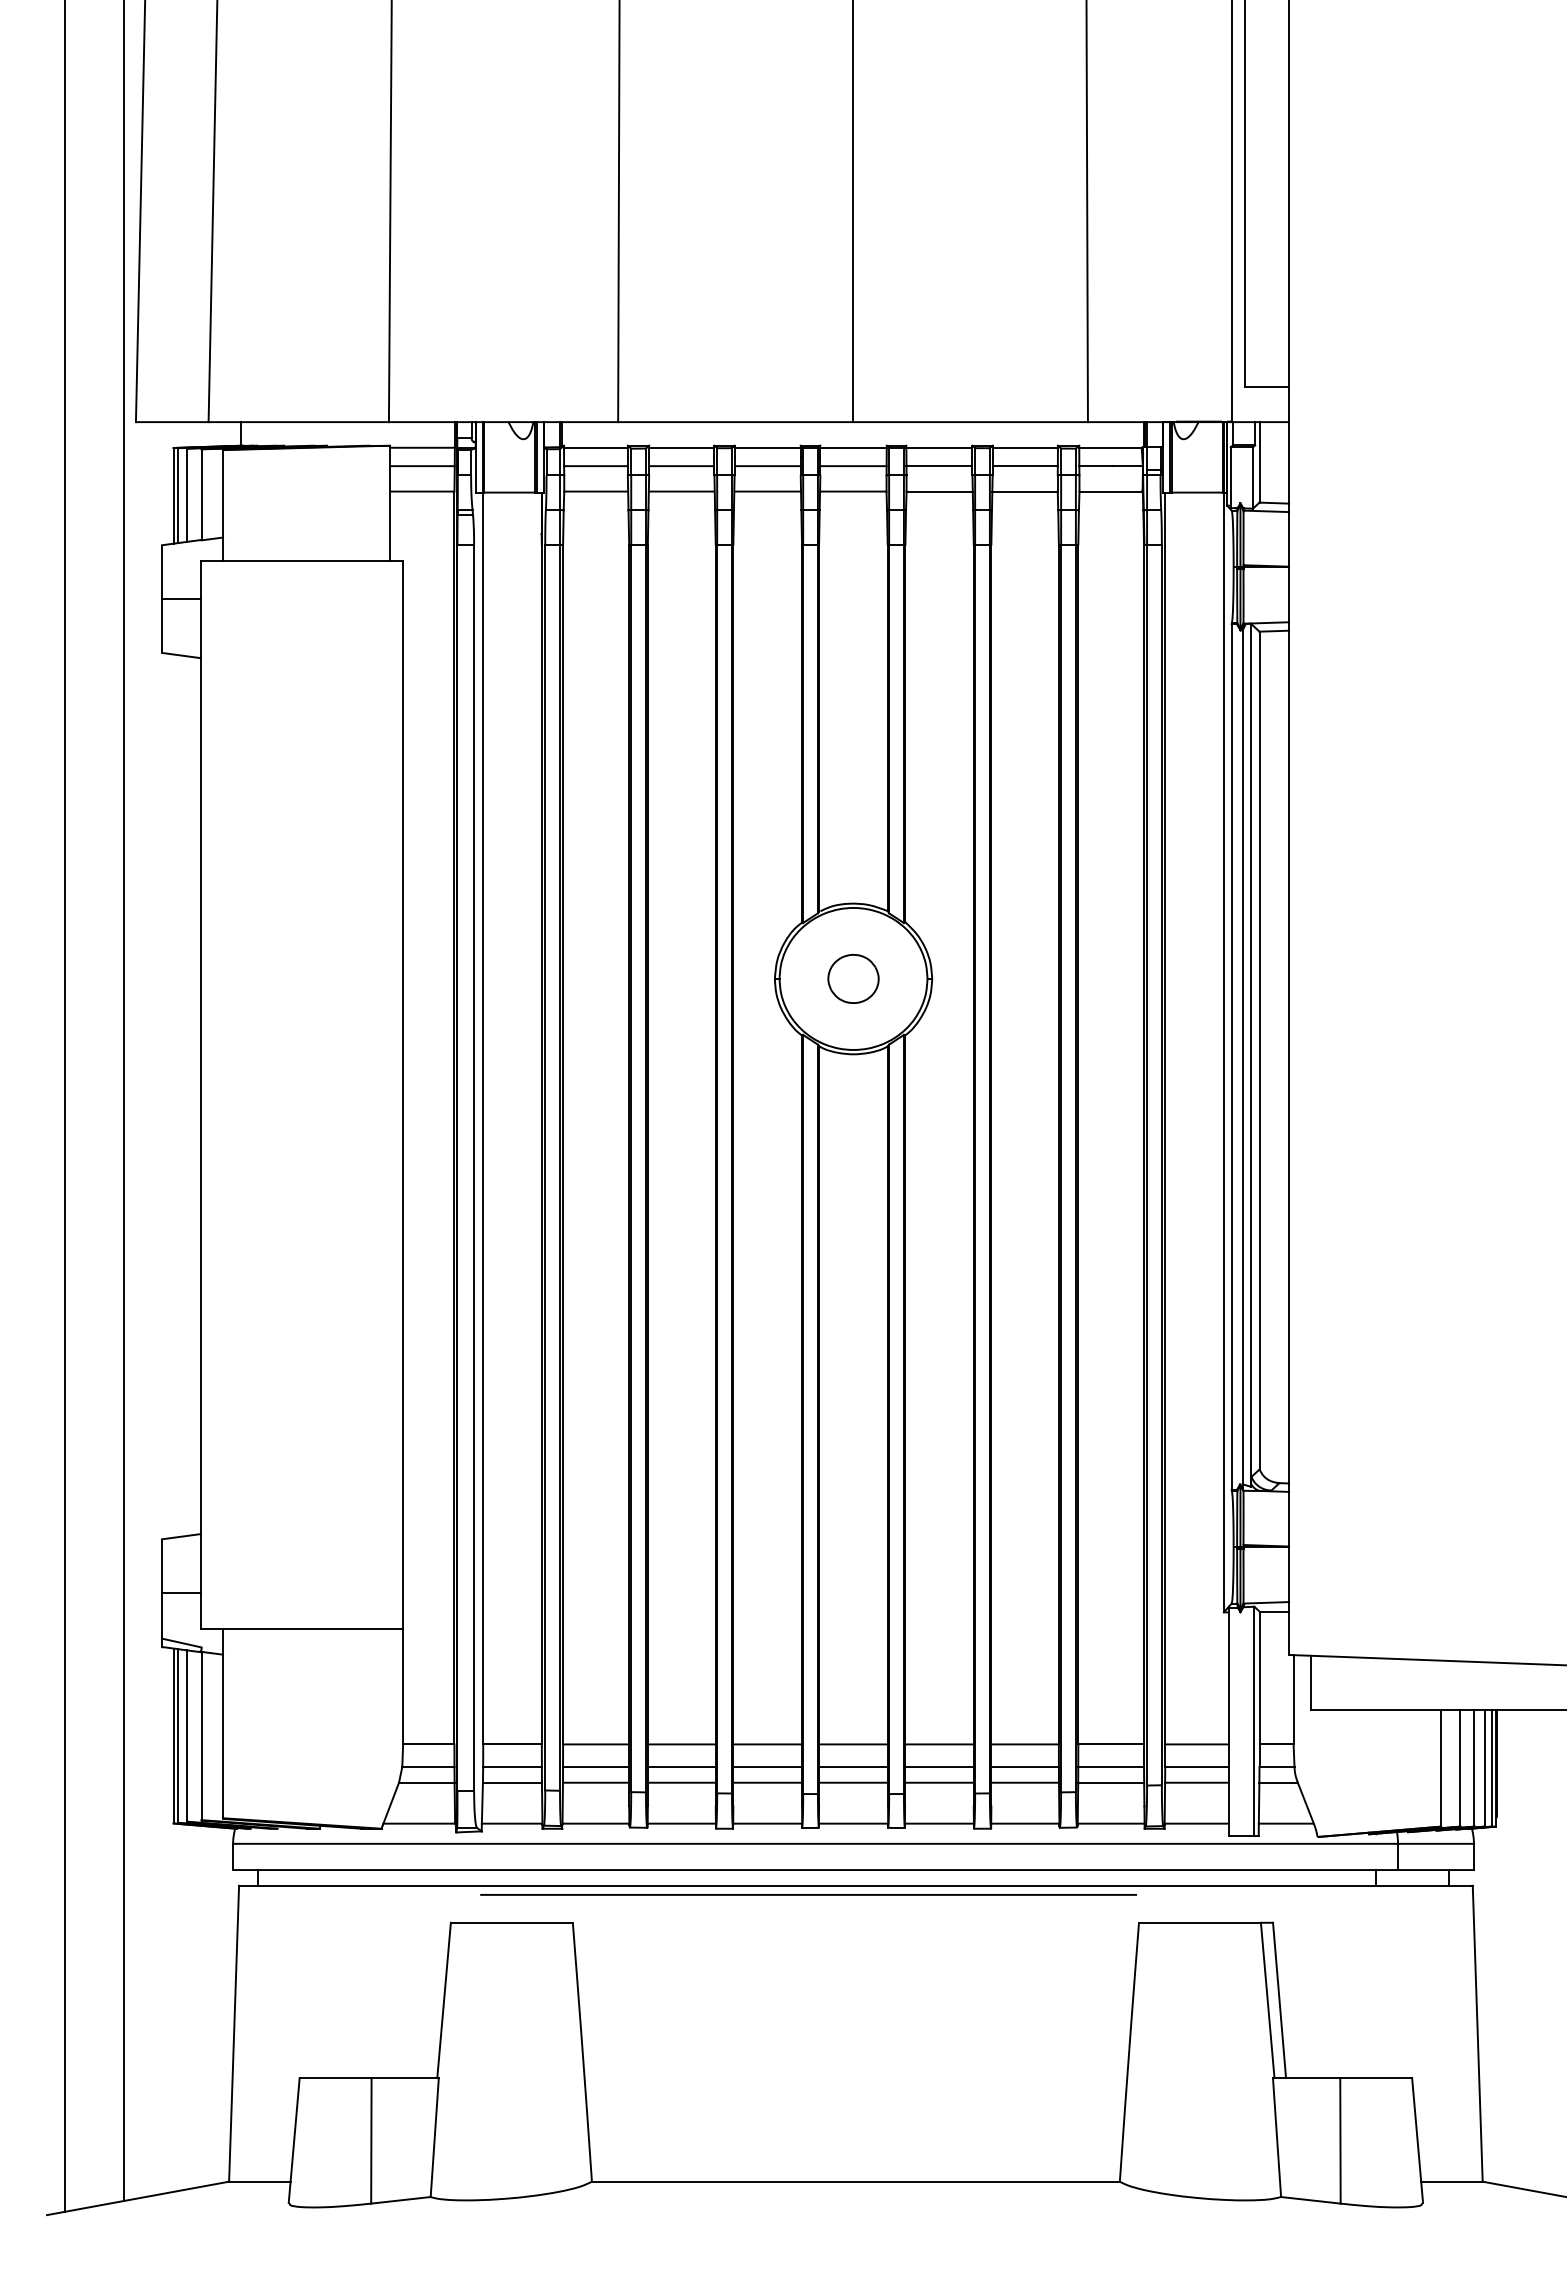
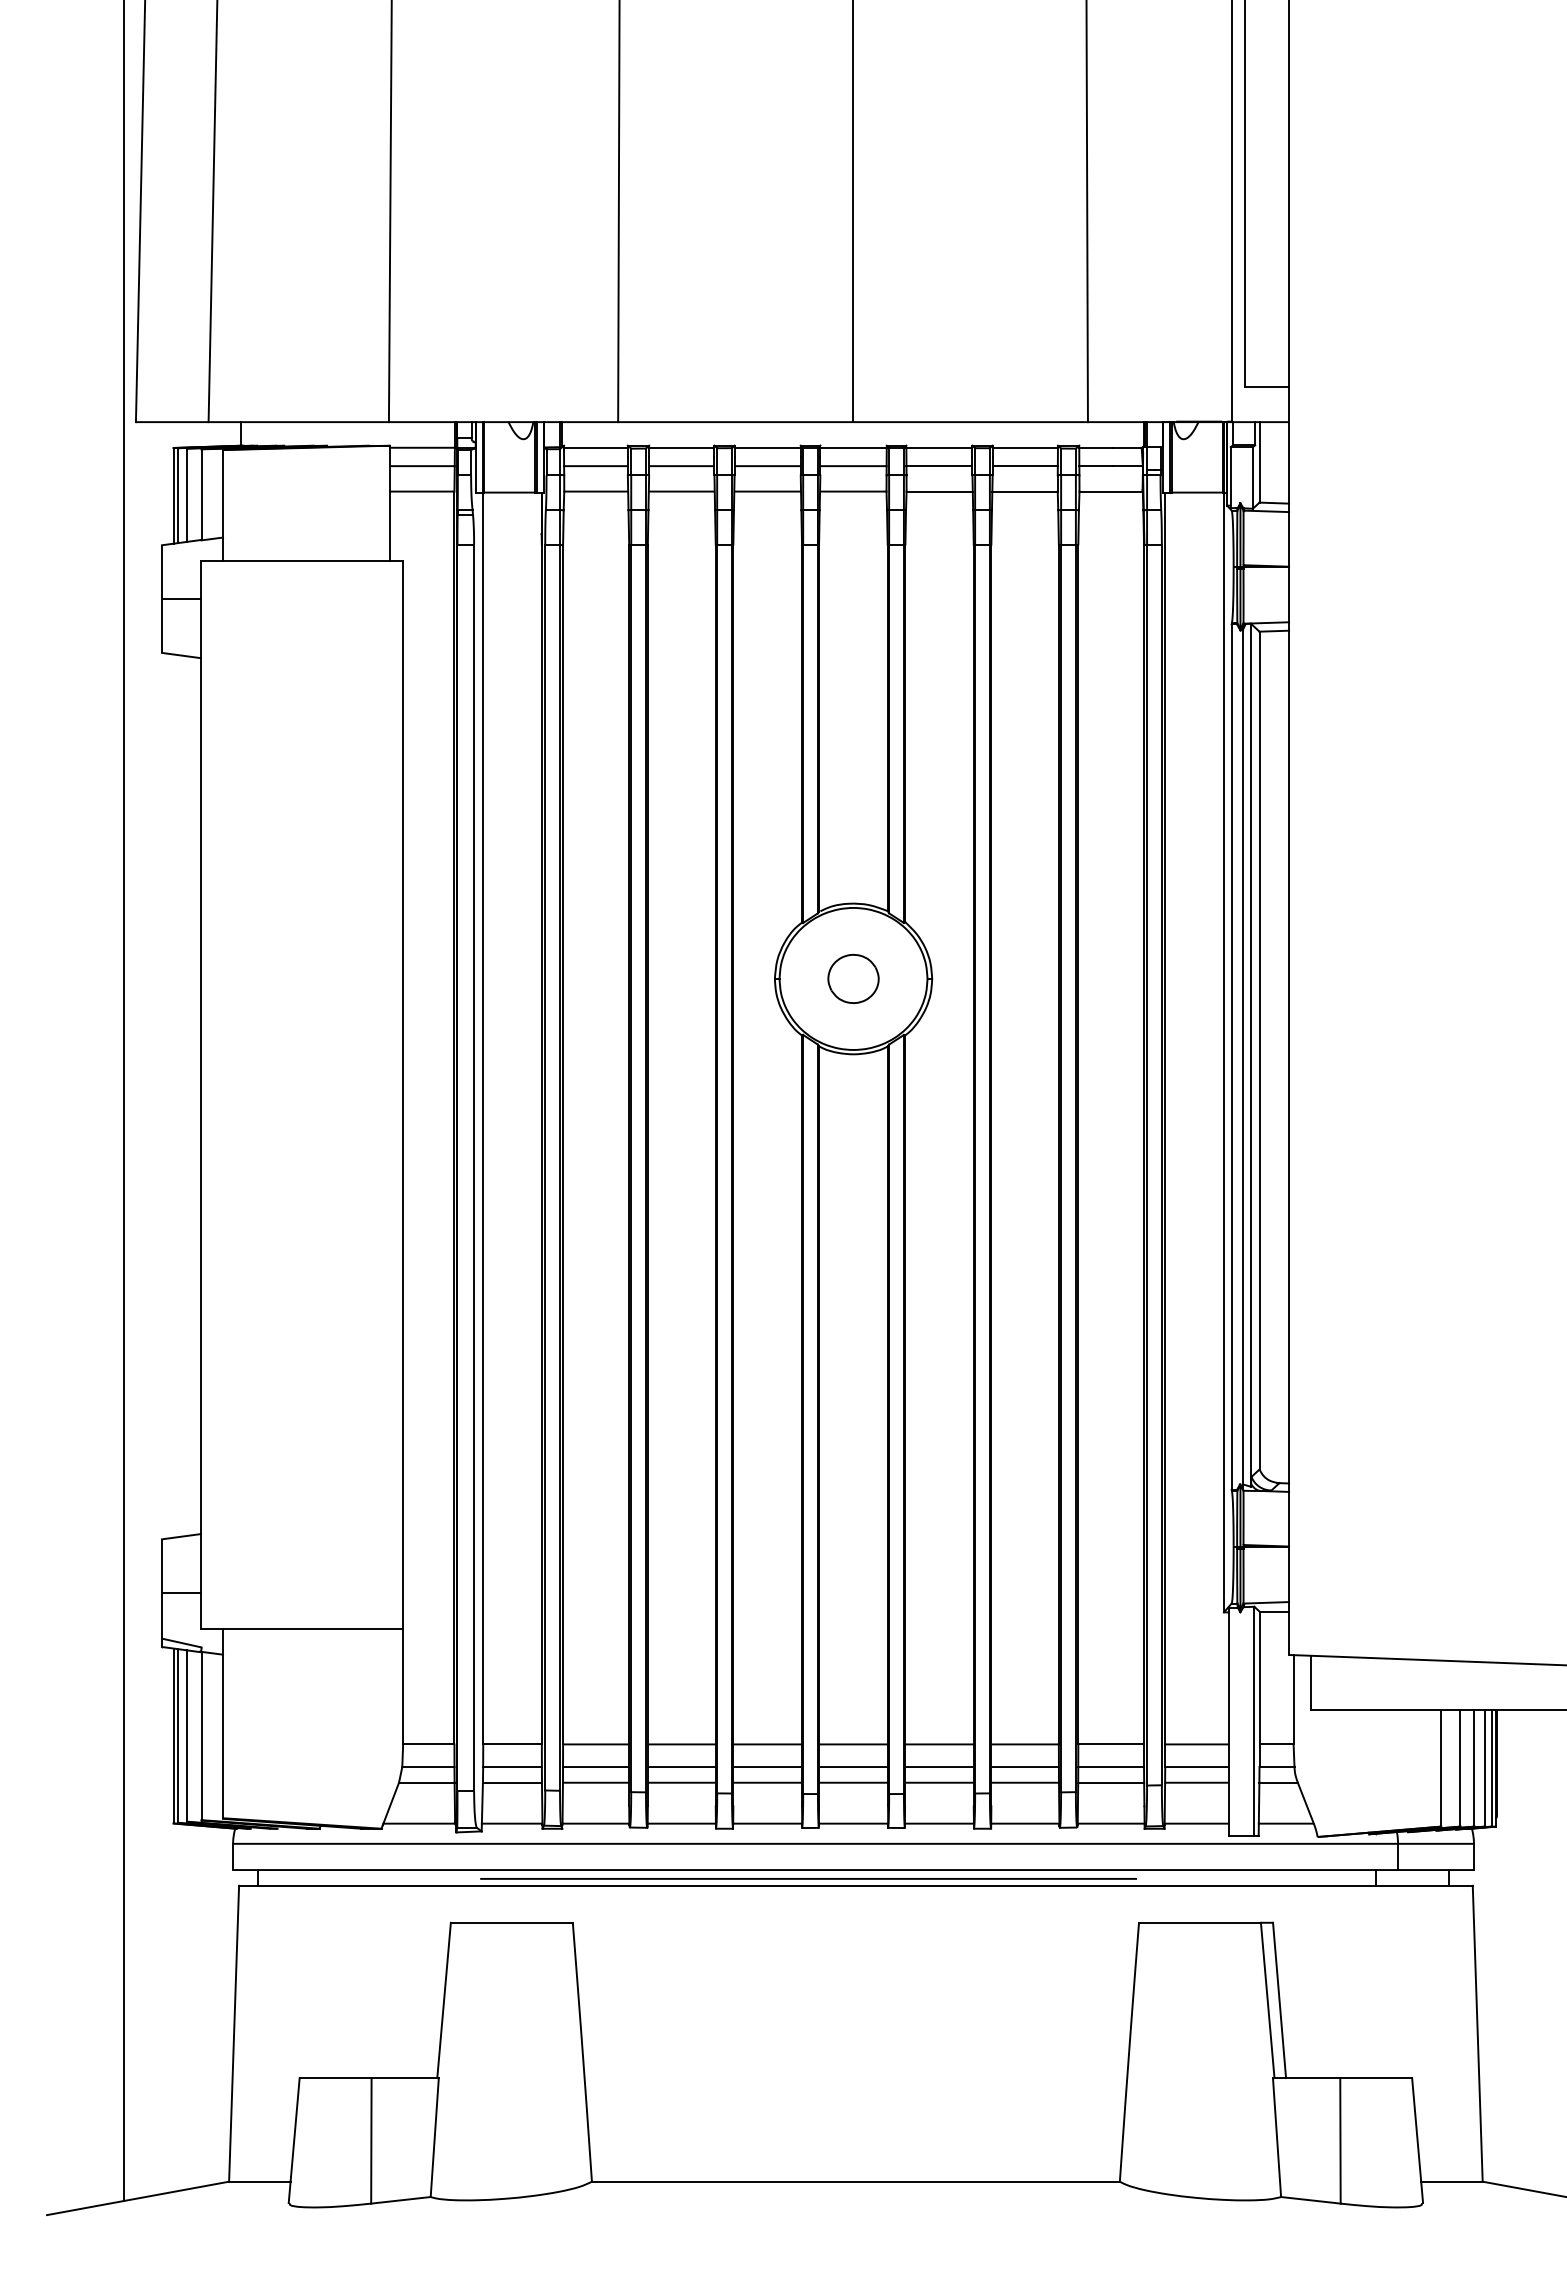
line at (64, 1106): present -> none
line at (808, 1894) position: (808, 1894) -> (808, 1878)
